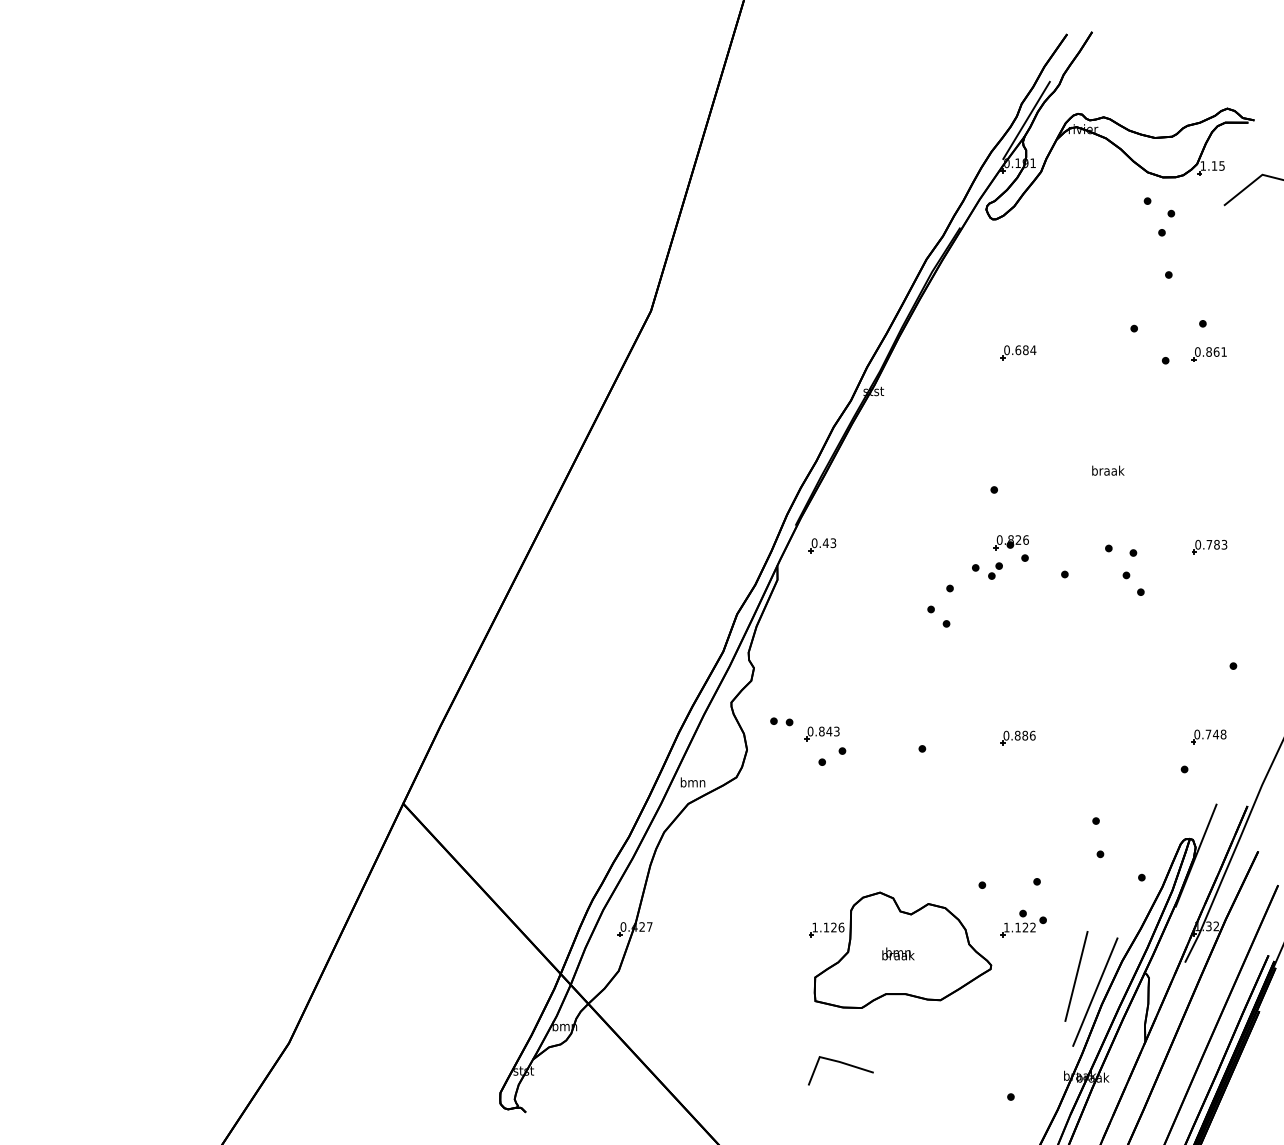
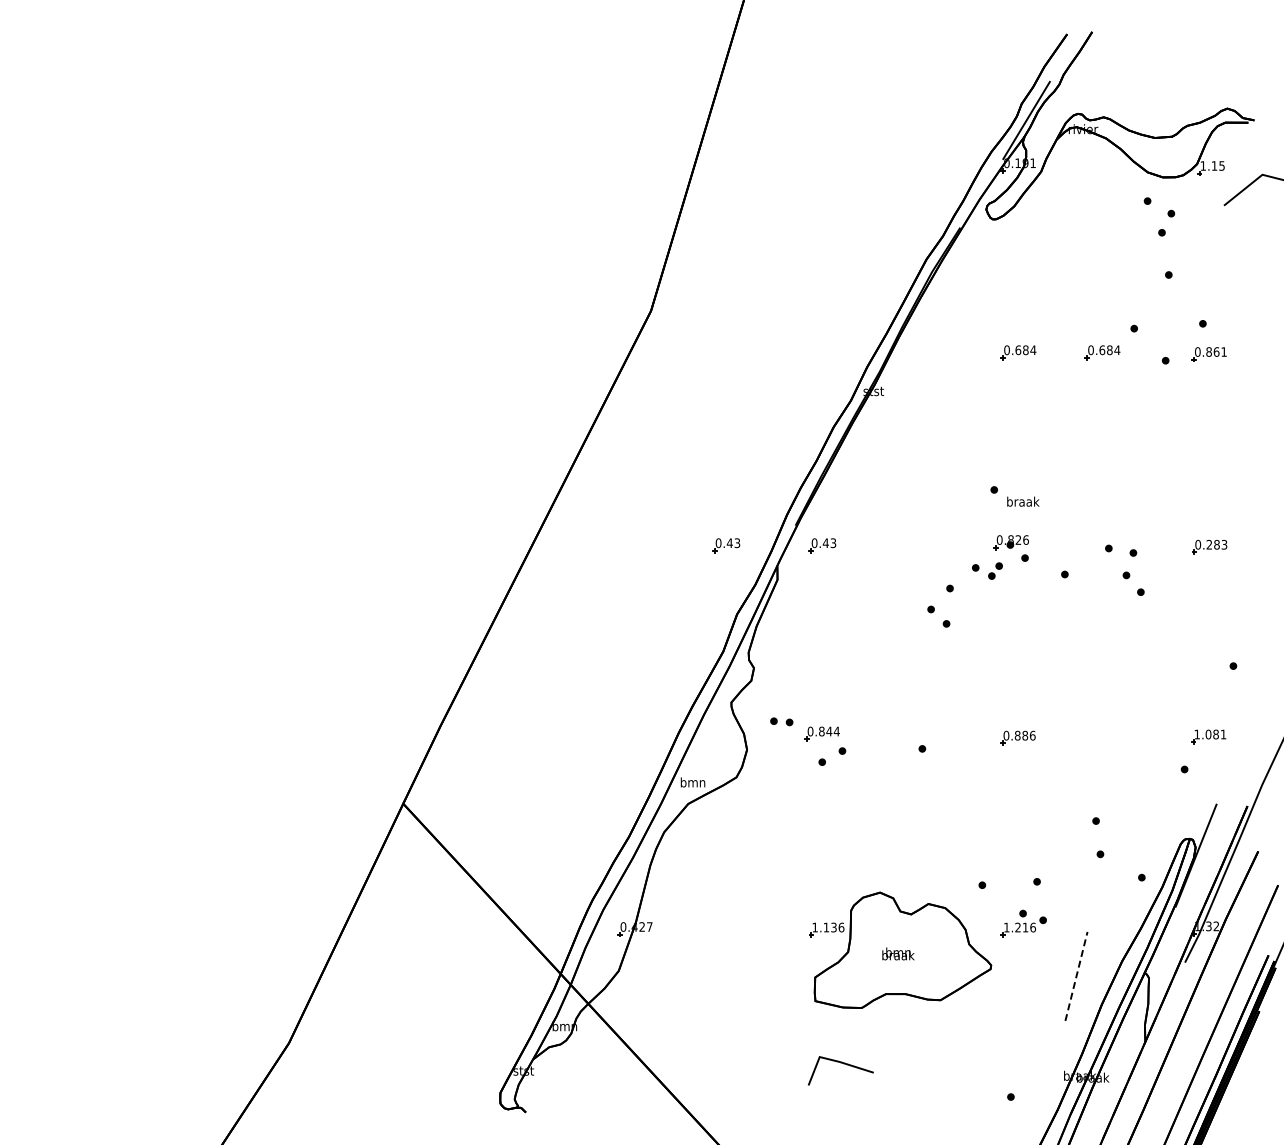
part at (1102, 352): none -> present
text at (1108, 470) position: (1108, 470) -> (1023, 501)
text at (1209, 544): 0.783 -> 0.283
part at (726, 545): none -> present
text at (836, 731): 0.843 -> 0.844
text at (1210, 734): 0.748 -> 1.081
text at (833, 927): 1.126 -> 1.136
text at (1025, 927): 1.122 -> 1.216
line at (1076, 976): solid -> dashed
line at (1095, 991): present -> none
